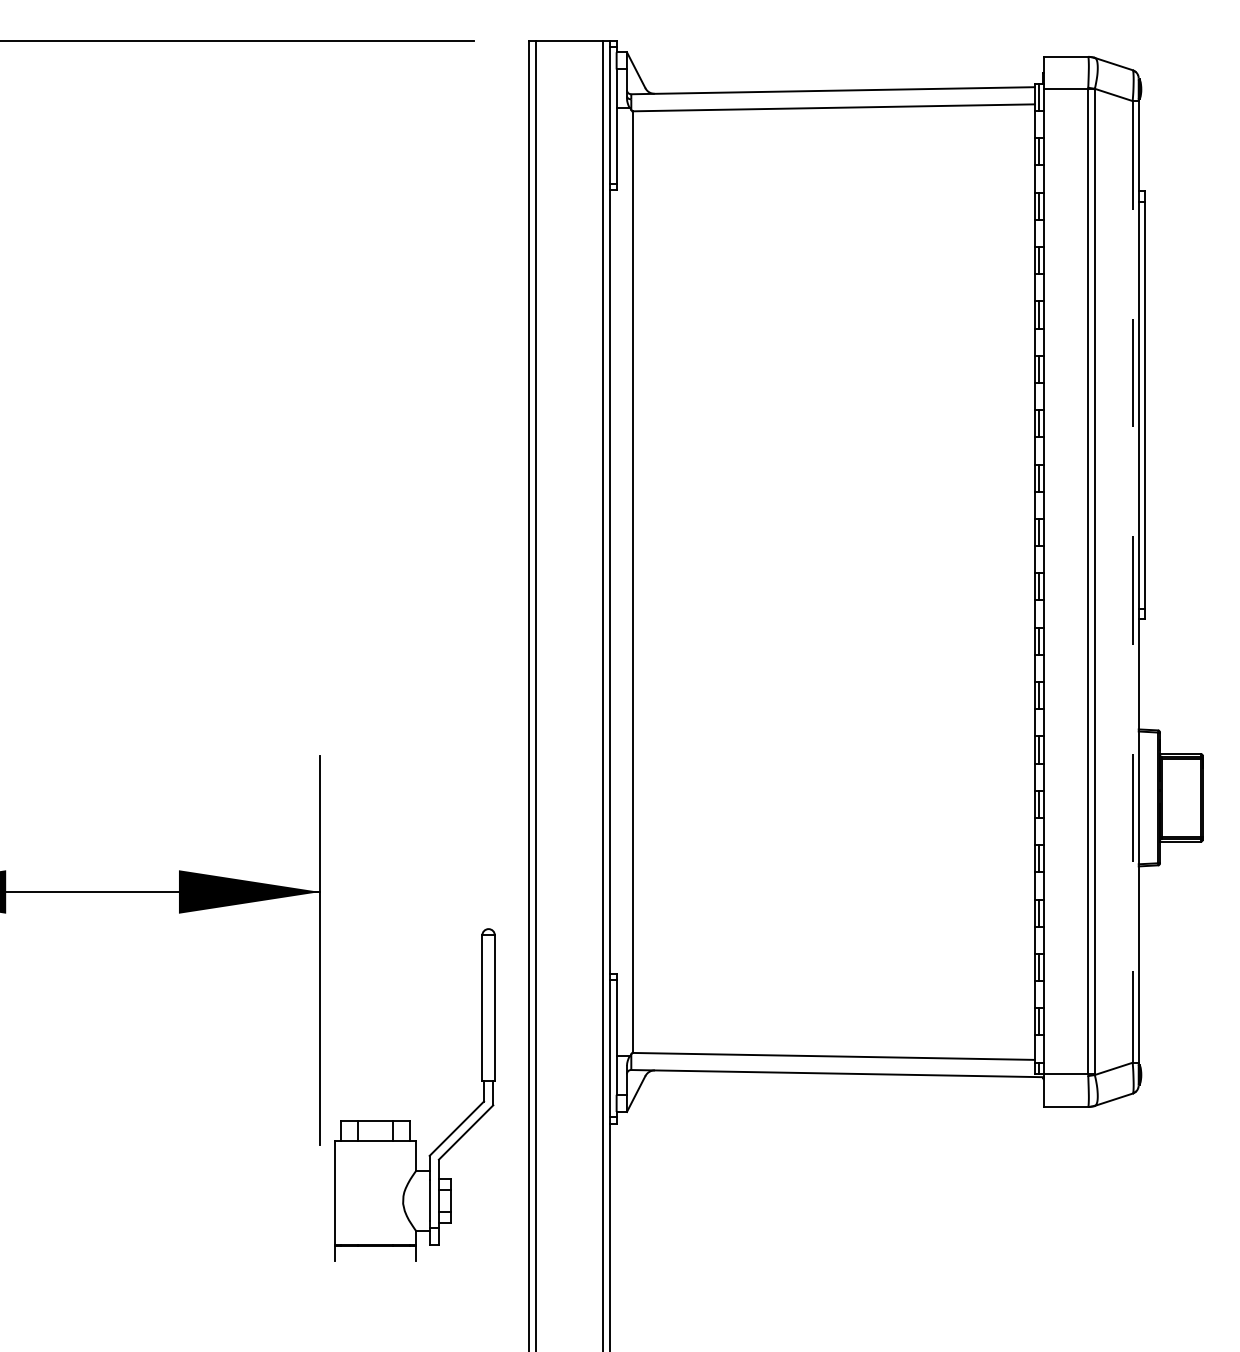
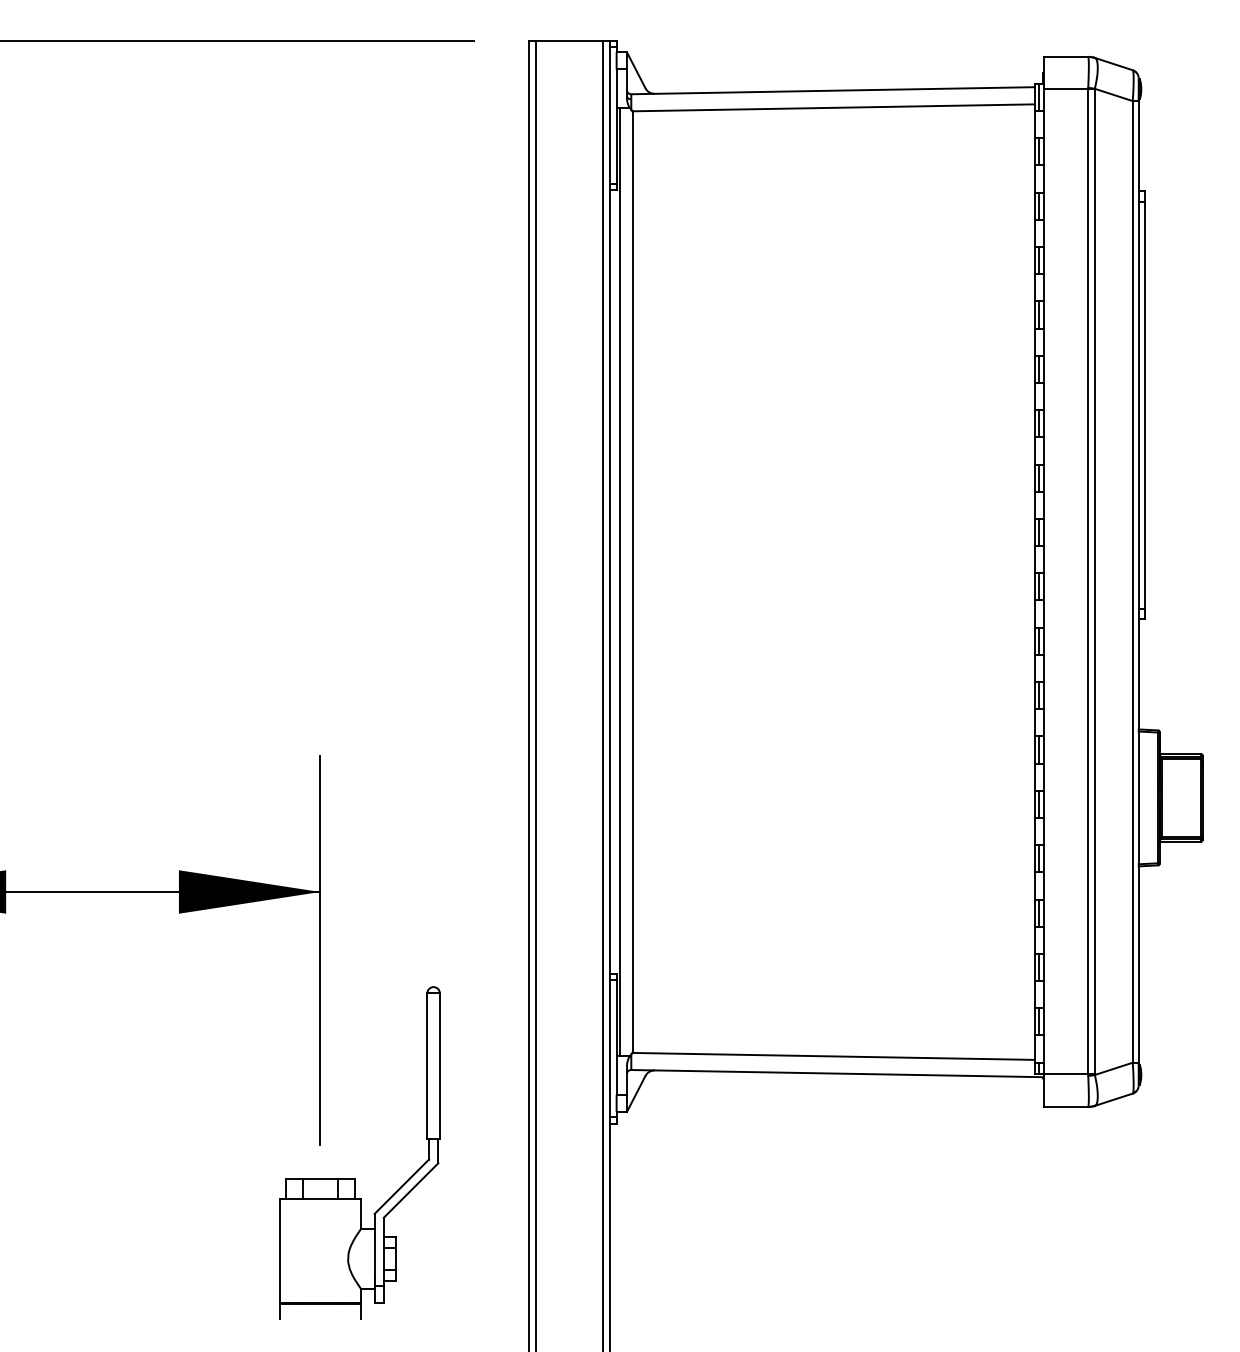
line at (619, 581): none -> present
line at (1132, 581): dashed -> solid
part at (410, 1120) position: (410, 1120) -> (355, 1178)
